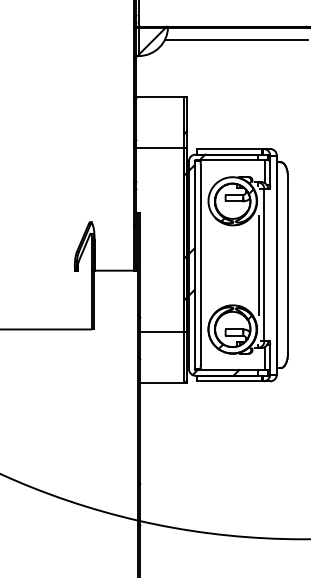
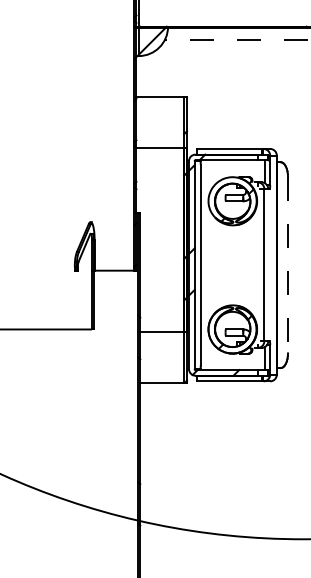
line at (235, 39): solid -> dashed
line at (258, 265): present -> none
line at (288, 265): solid -> dashed
